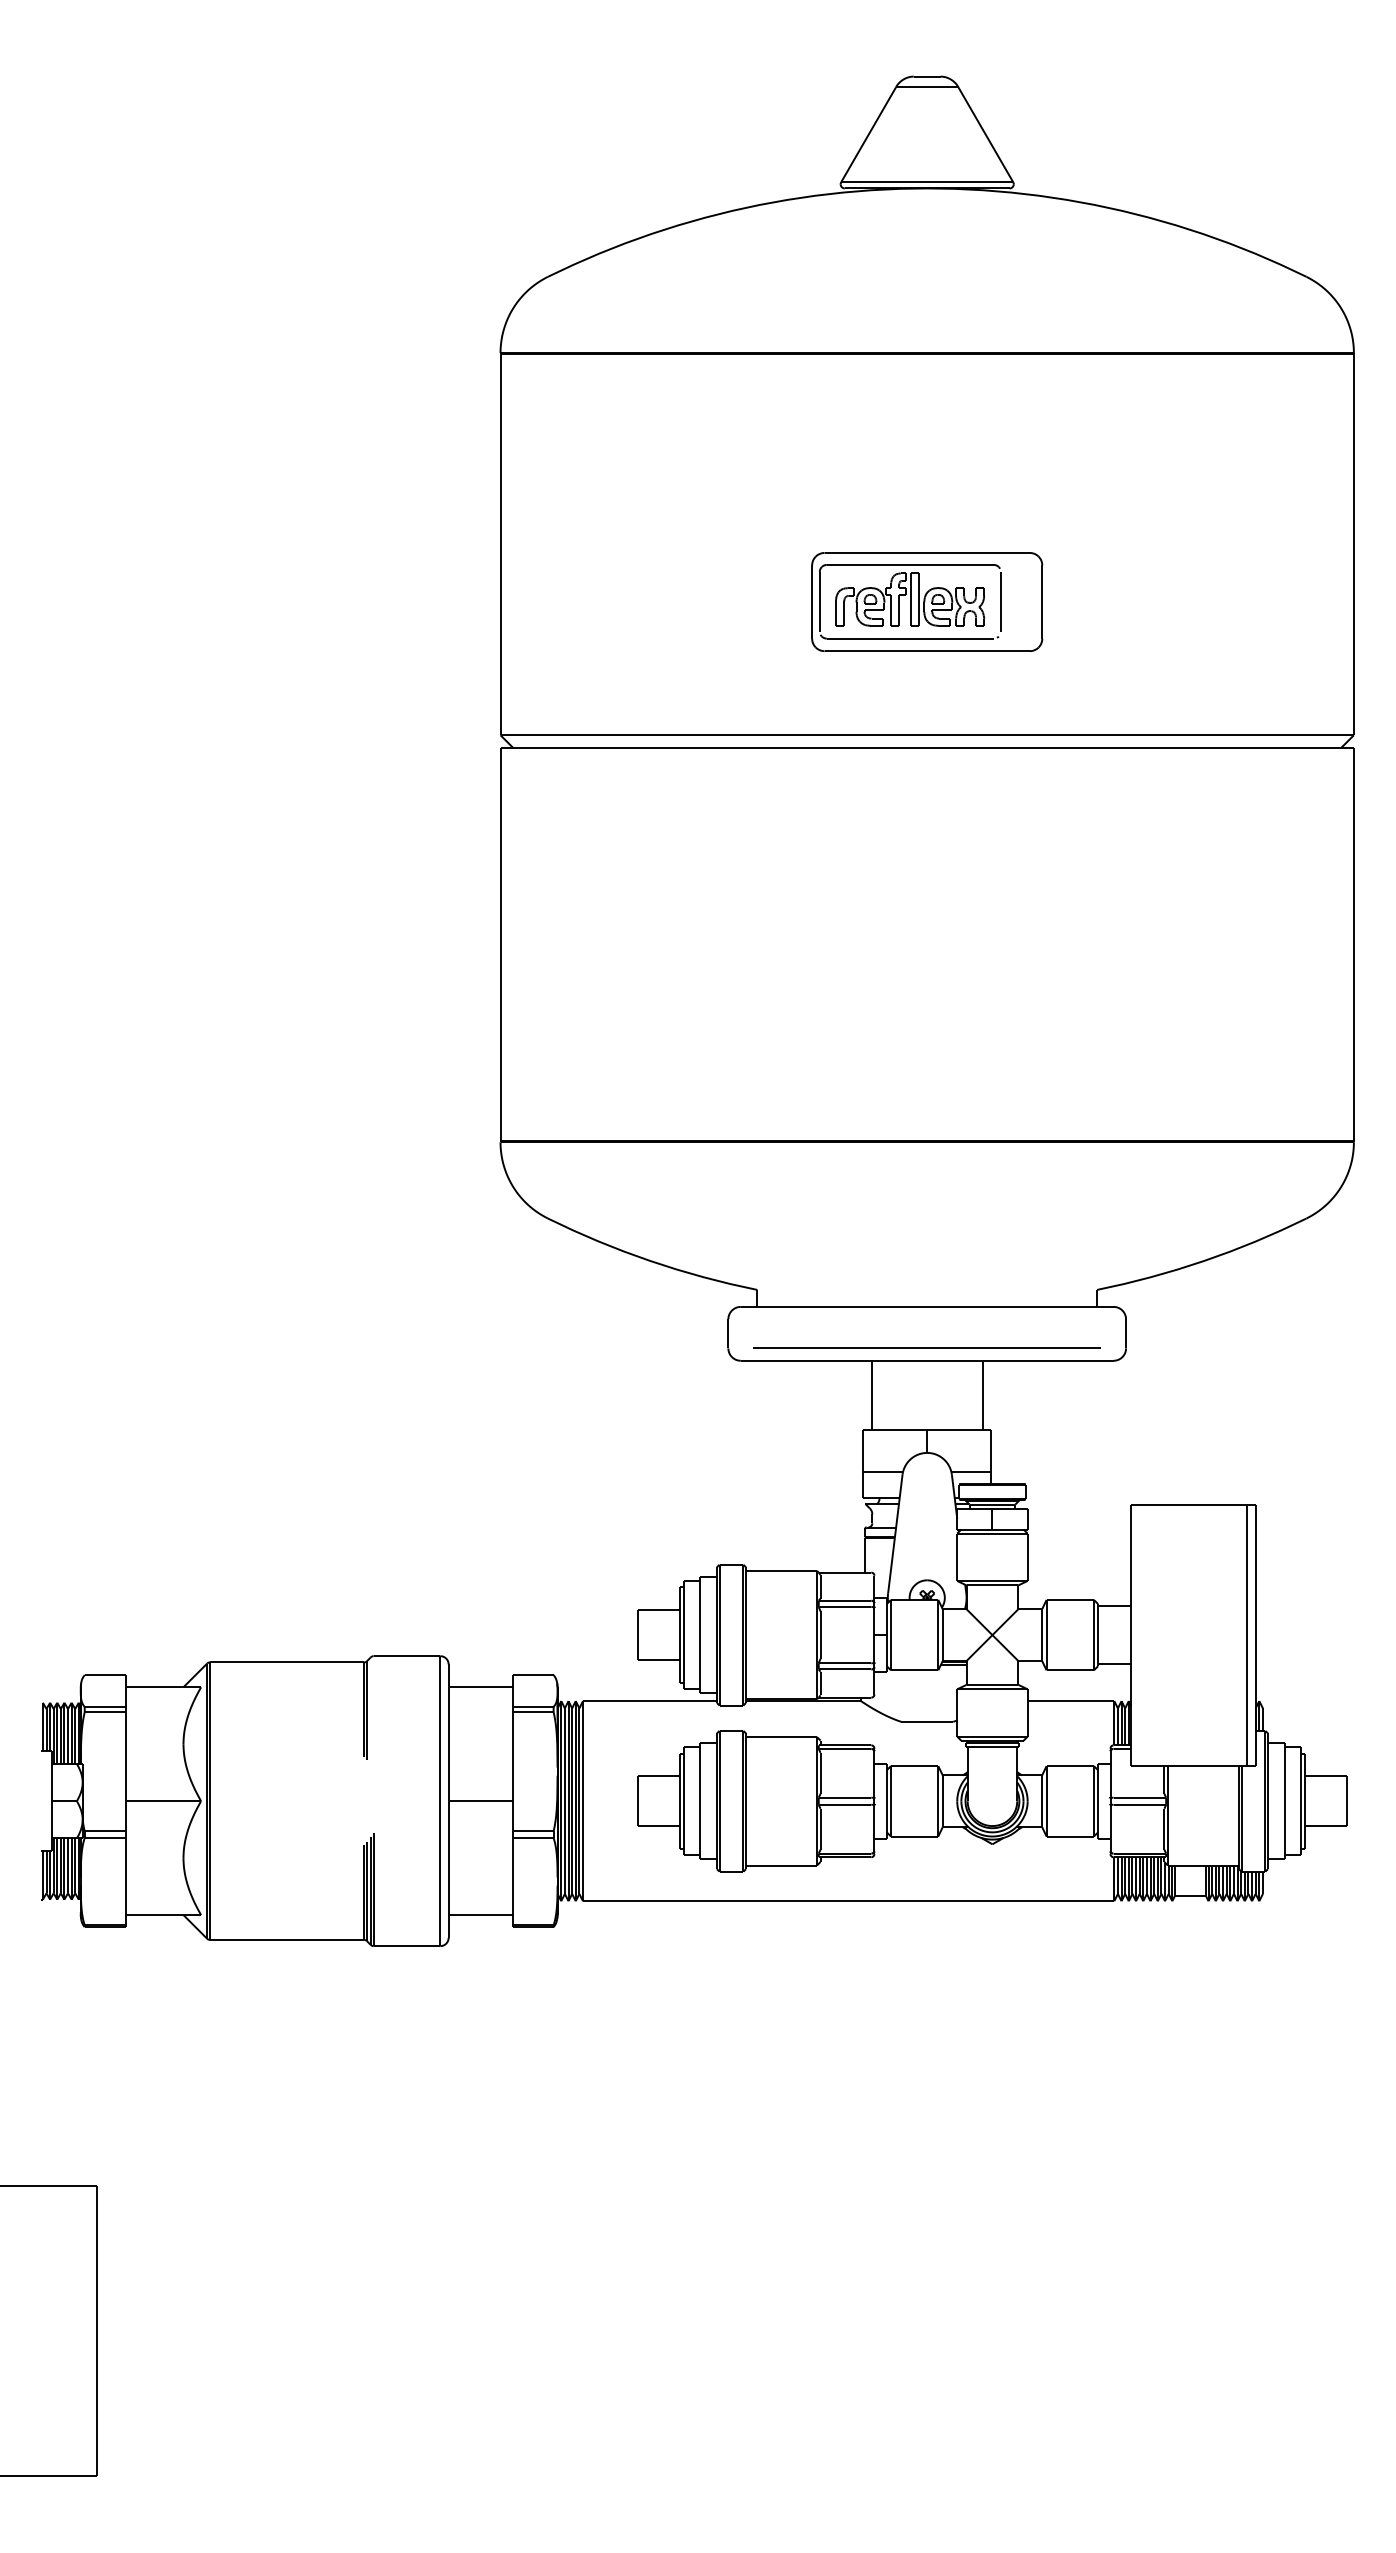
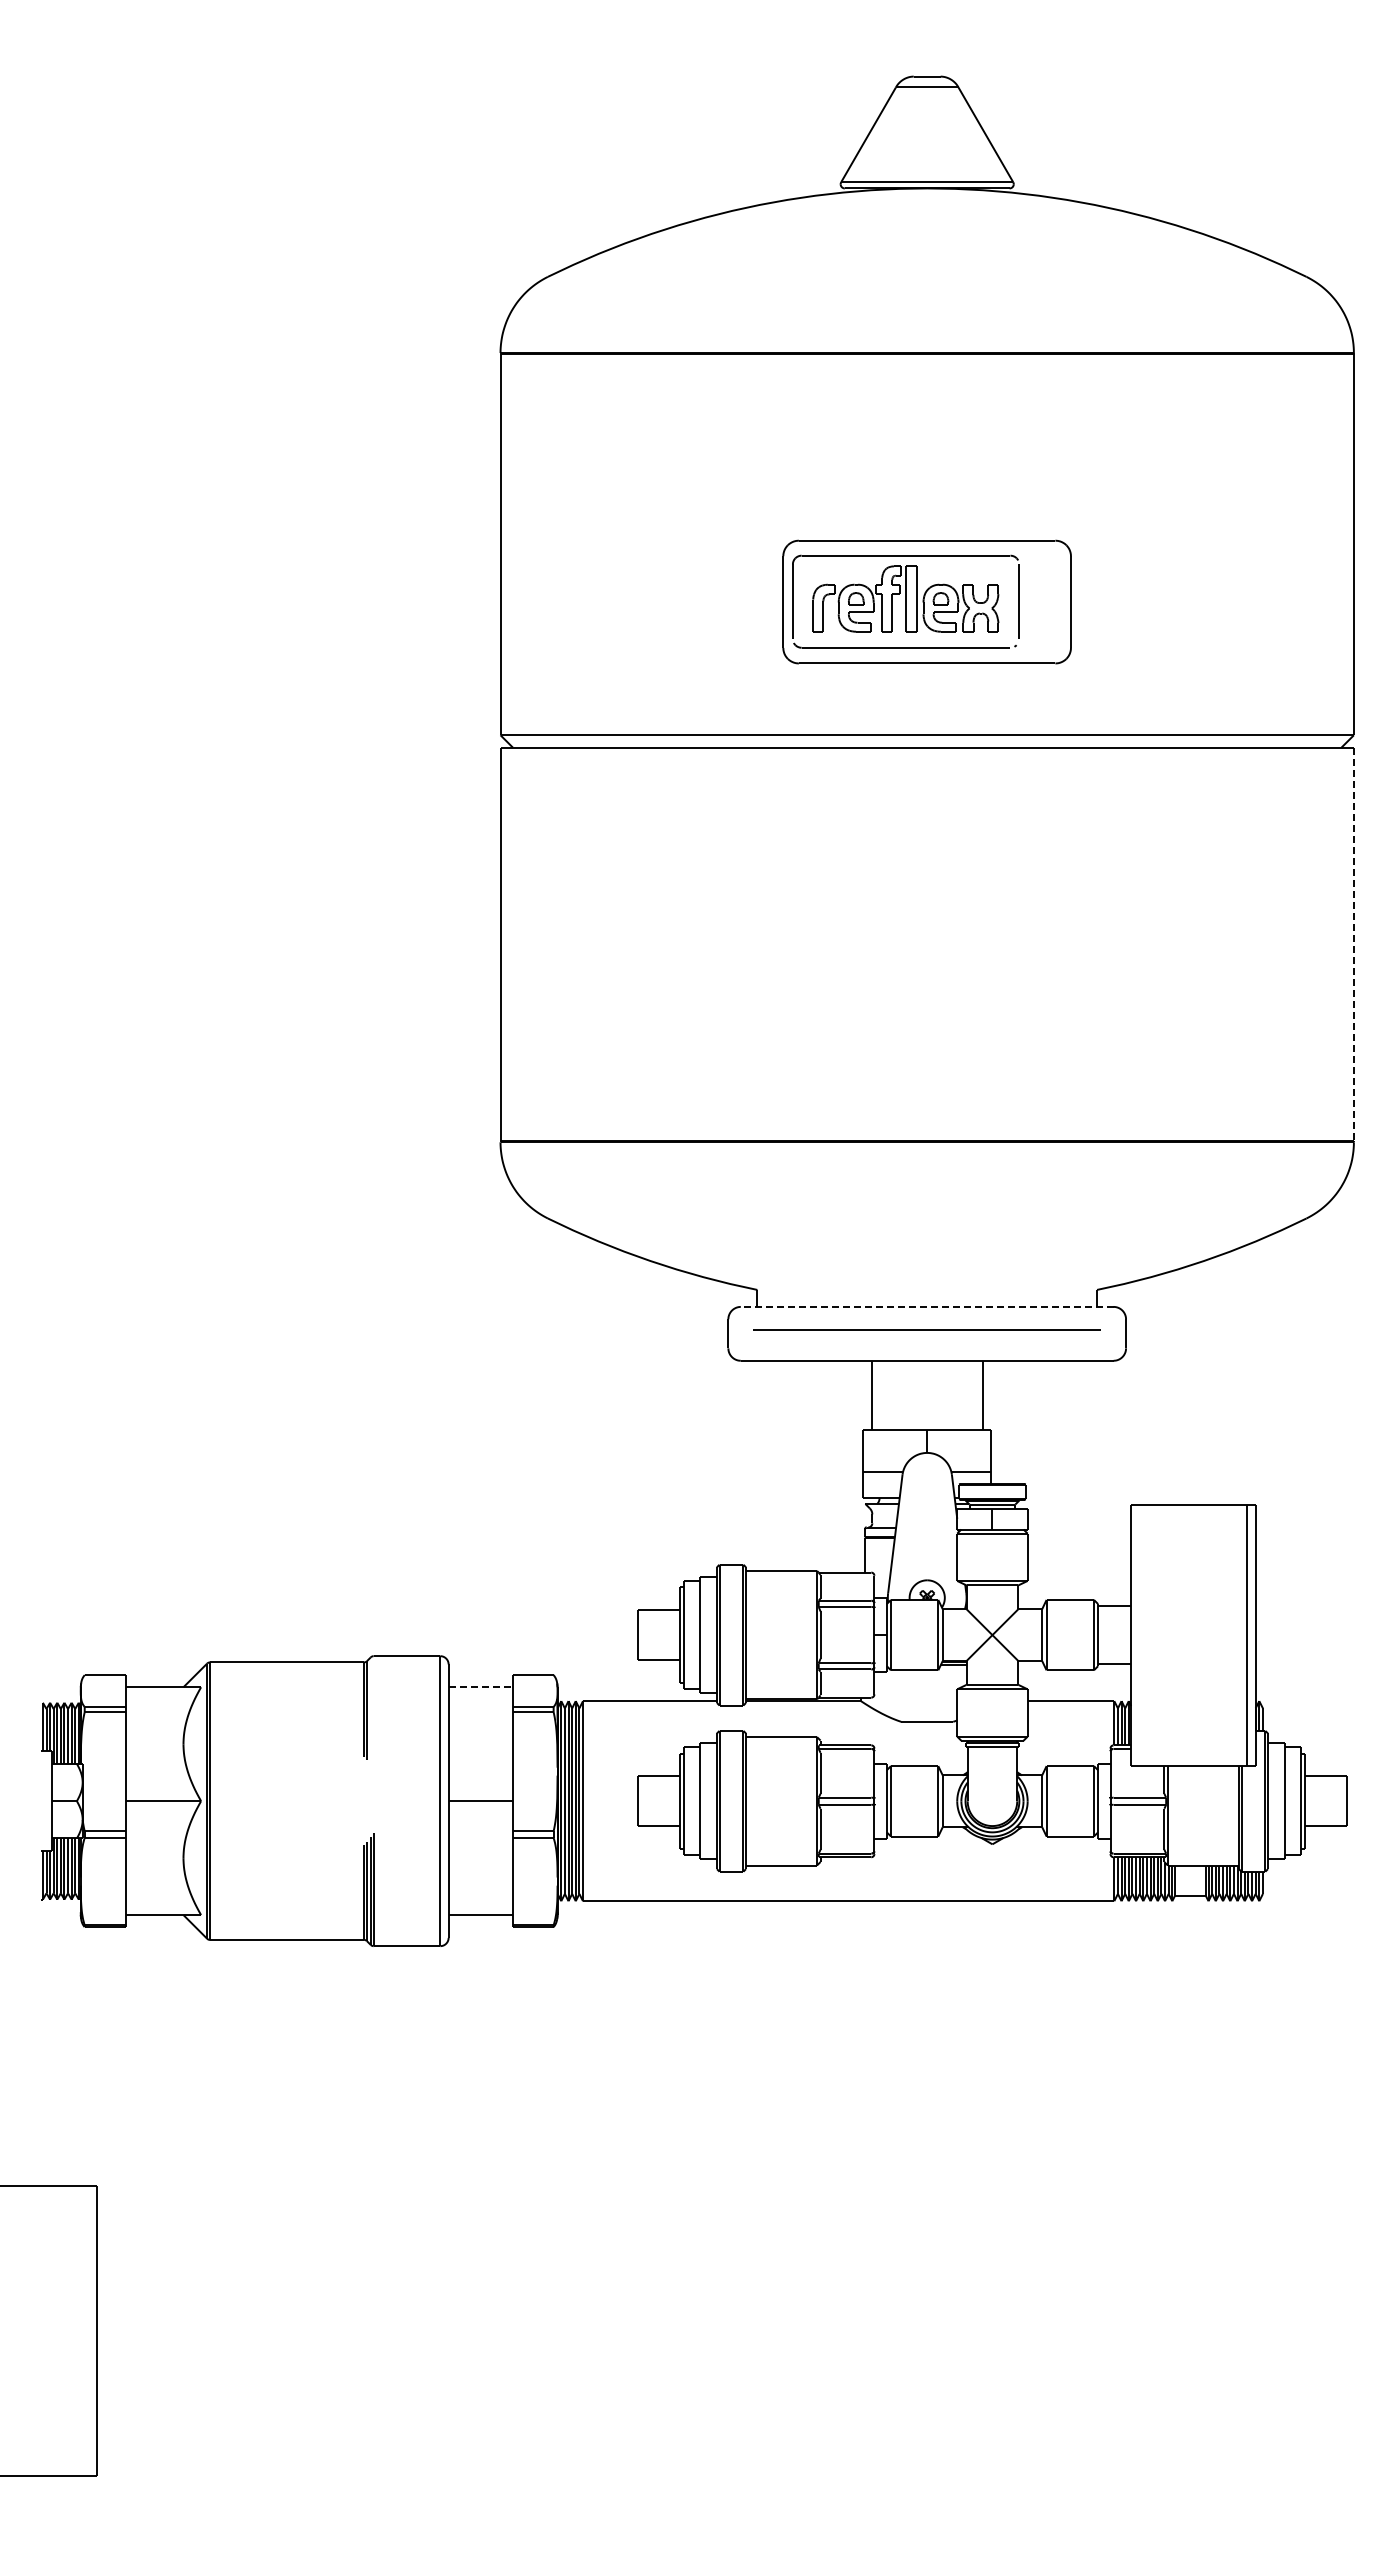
part at (927, 601) size: 233x100 px -> 290x126 px
line at (1353, 944): solid -> dashed
line at (926, 1306): solid -> dashed
line at (926, 1347) position: (926, 1347) -> (926, 1329)
line at (481, 1687): solid -> dashed
